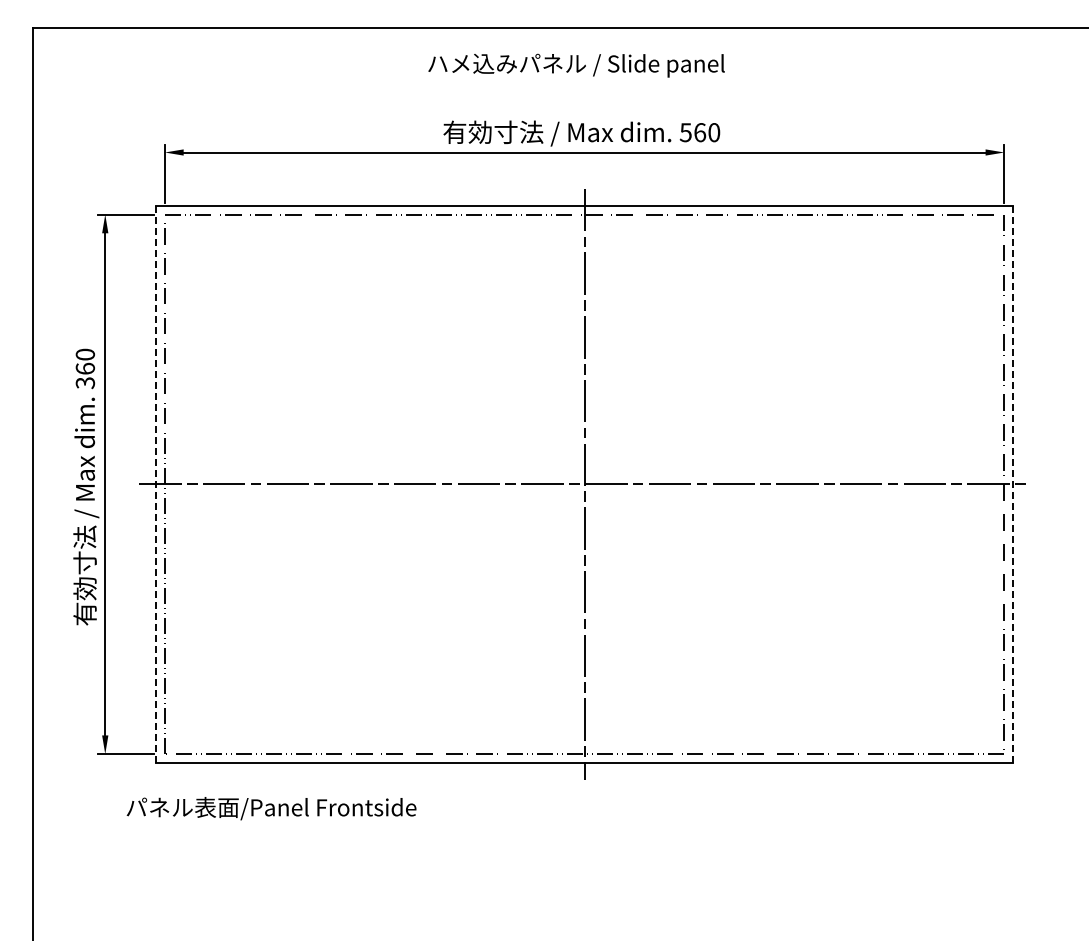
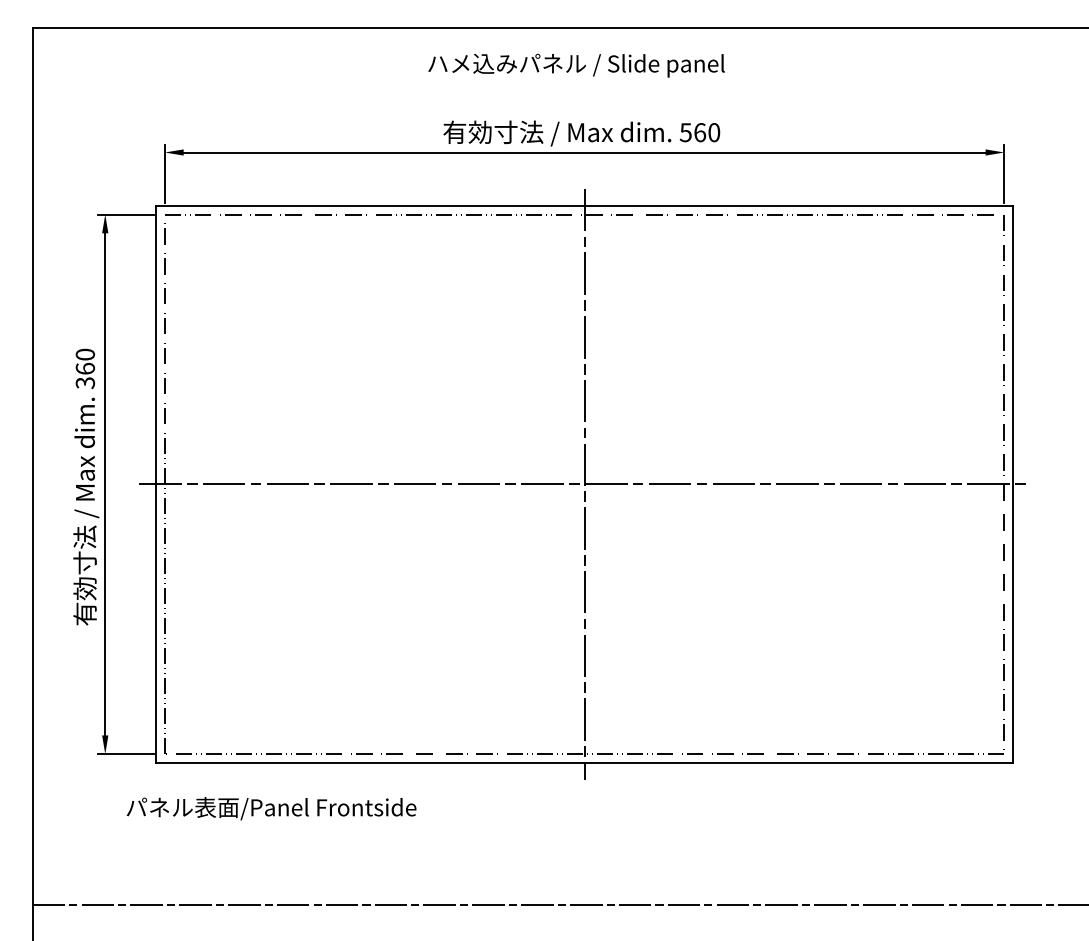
line at (156, 484): dashed -> solid
line at (1013, 484): dashed -> solid
line at (558, 905): none -> present
